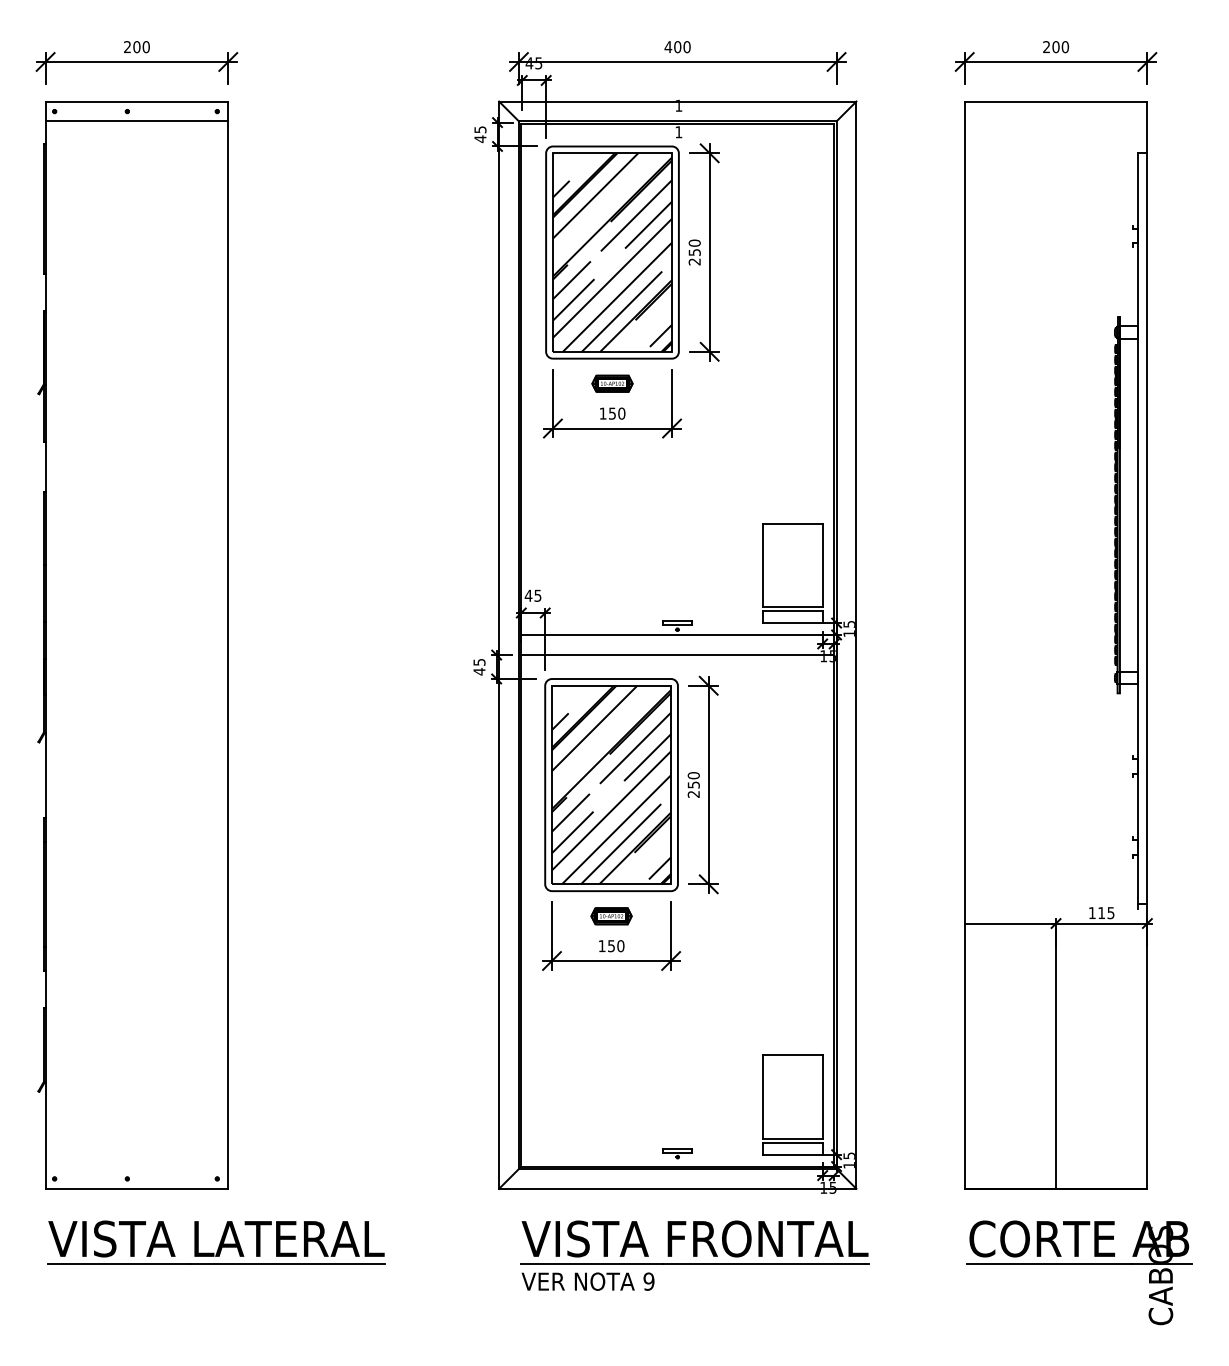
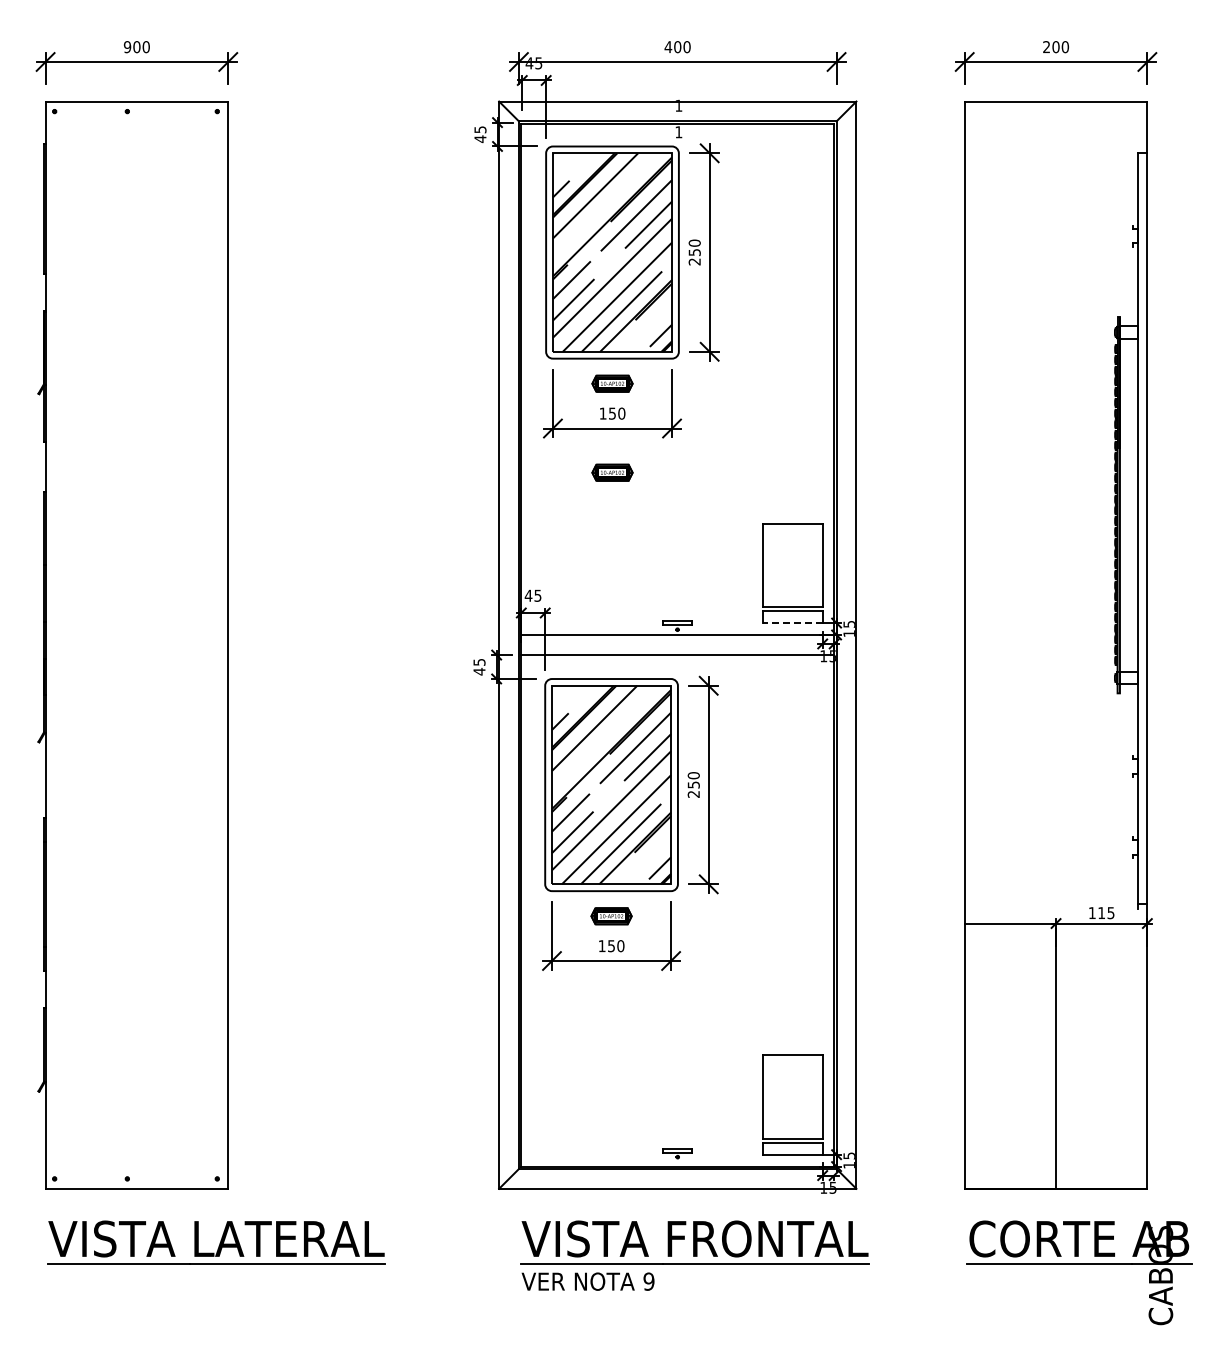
text at (127, 47): 200 -> 900
line at (136, 121): present -> none
part at (612, 472): none -> present
line at (792, 623): solid -> dashed
